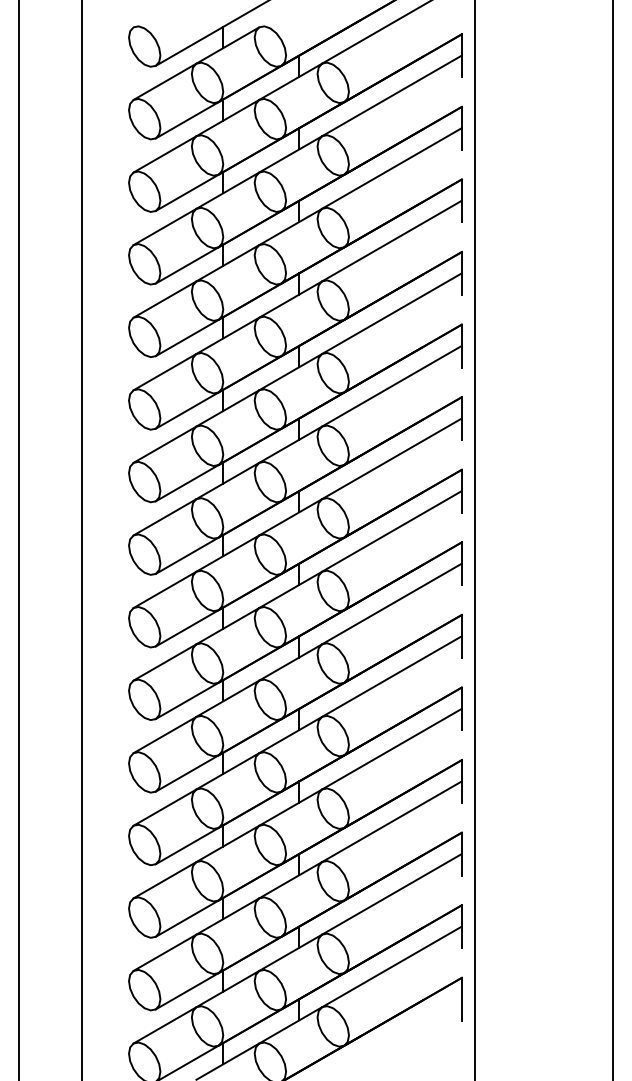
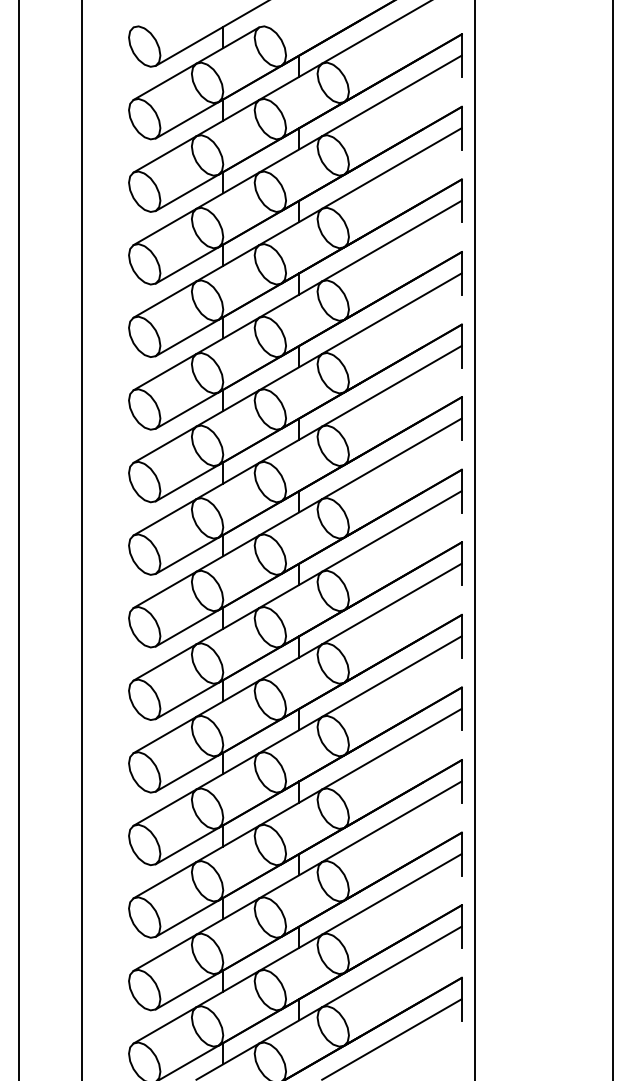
line at (393, 1038): none -> present
